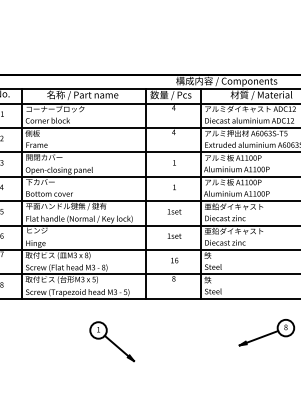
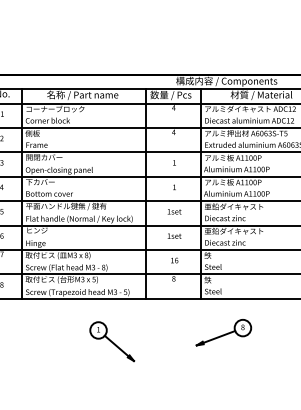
part at (266, 332) position: (266, 332) -> (223, 332)
